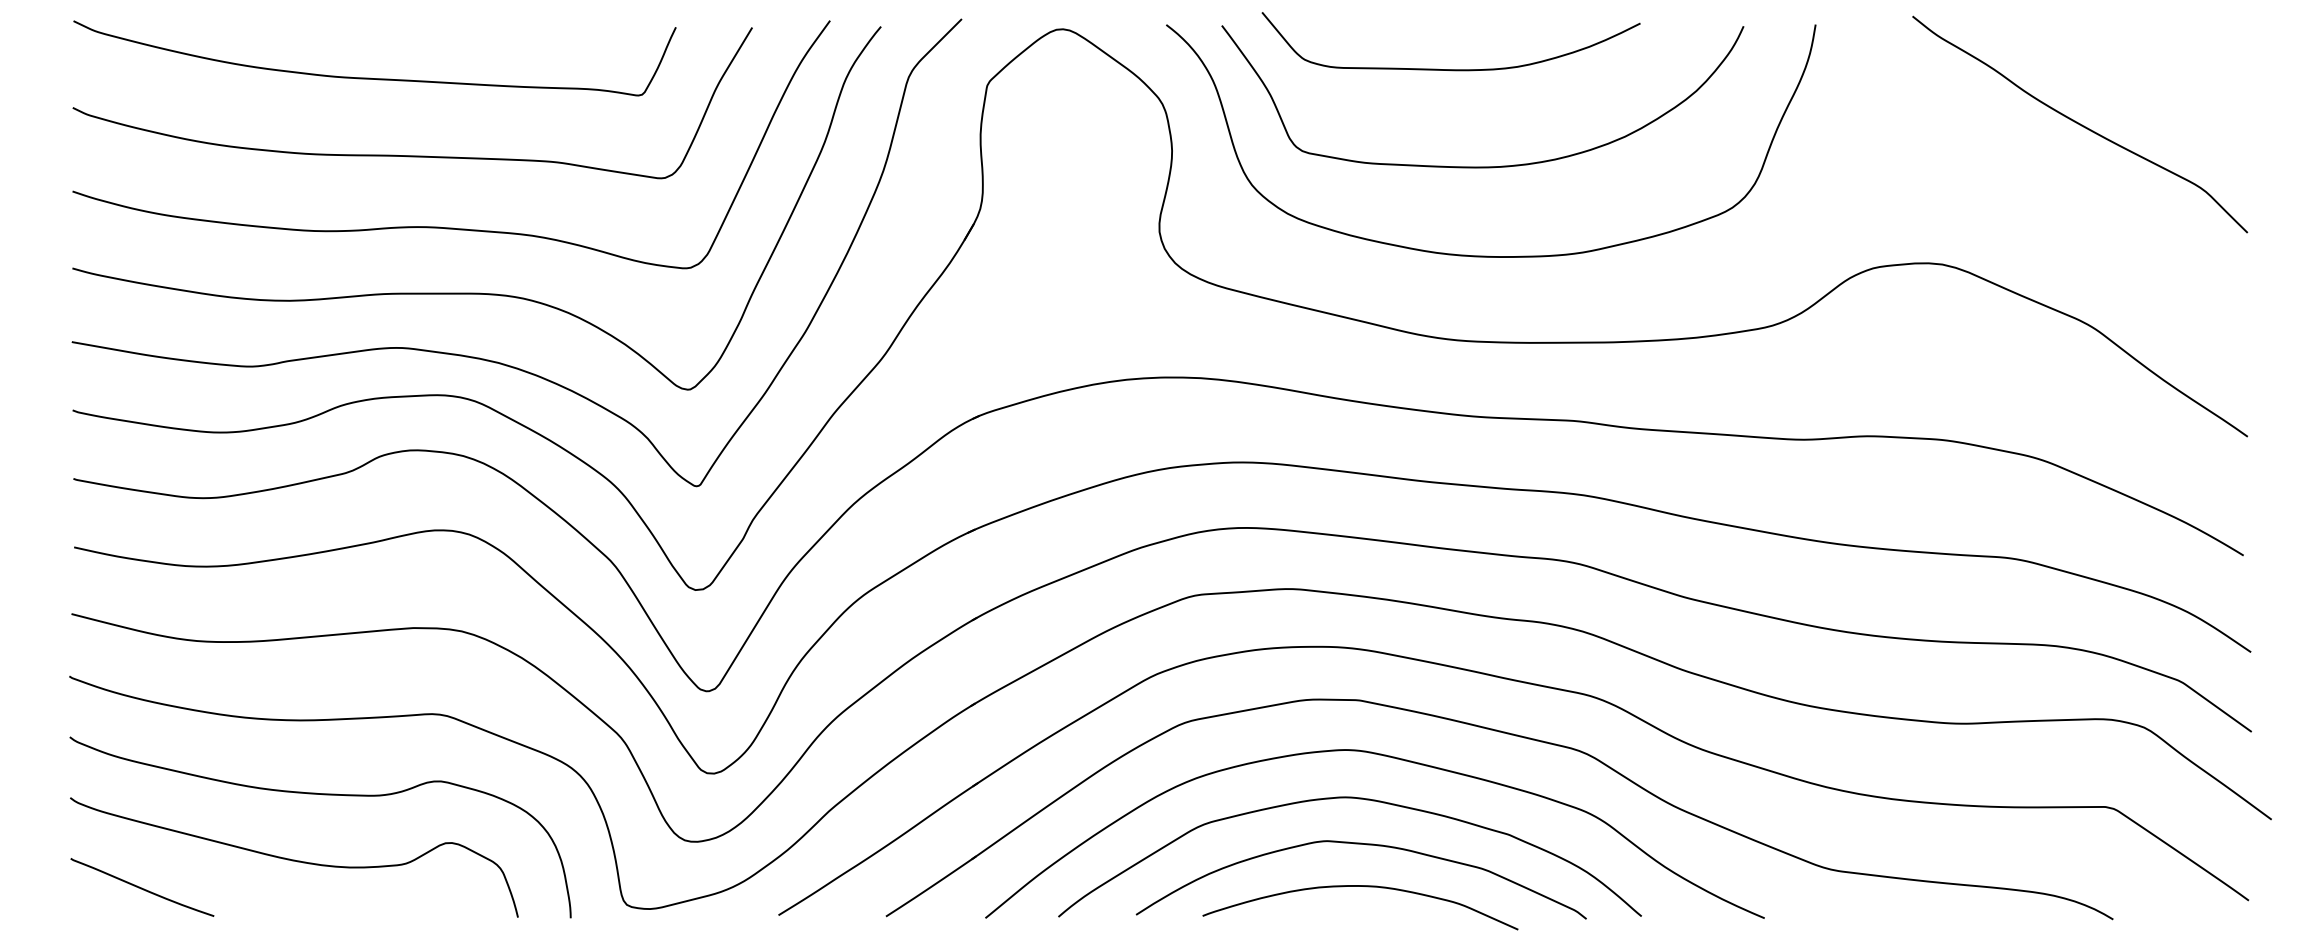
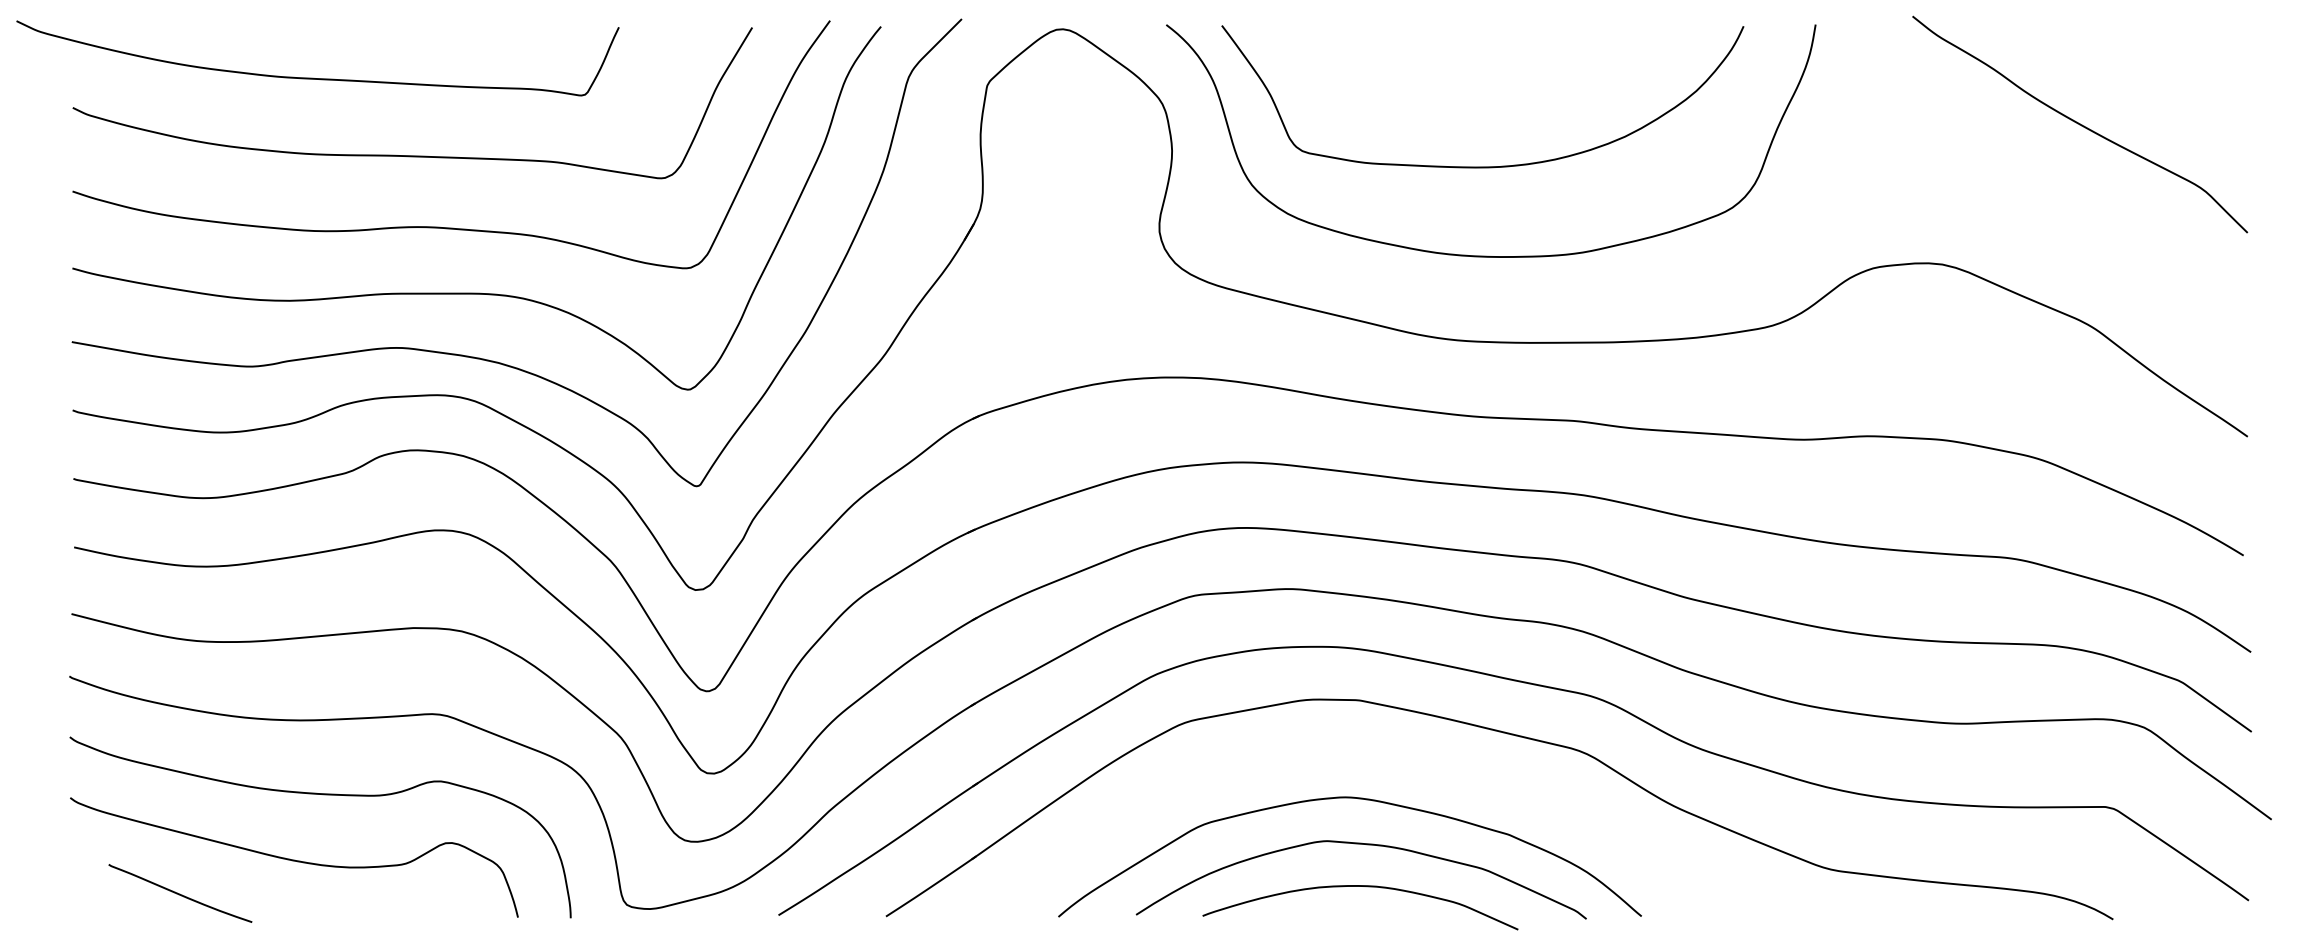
curve at (1450, 69): present -> none
curve at (370, 77) position: (370, 77) -> (313, 77)
curve at (1392, 758): present -> none
curve at (142, 887) position: (142, 887) -> (180, 893)
